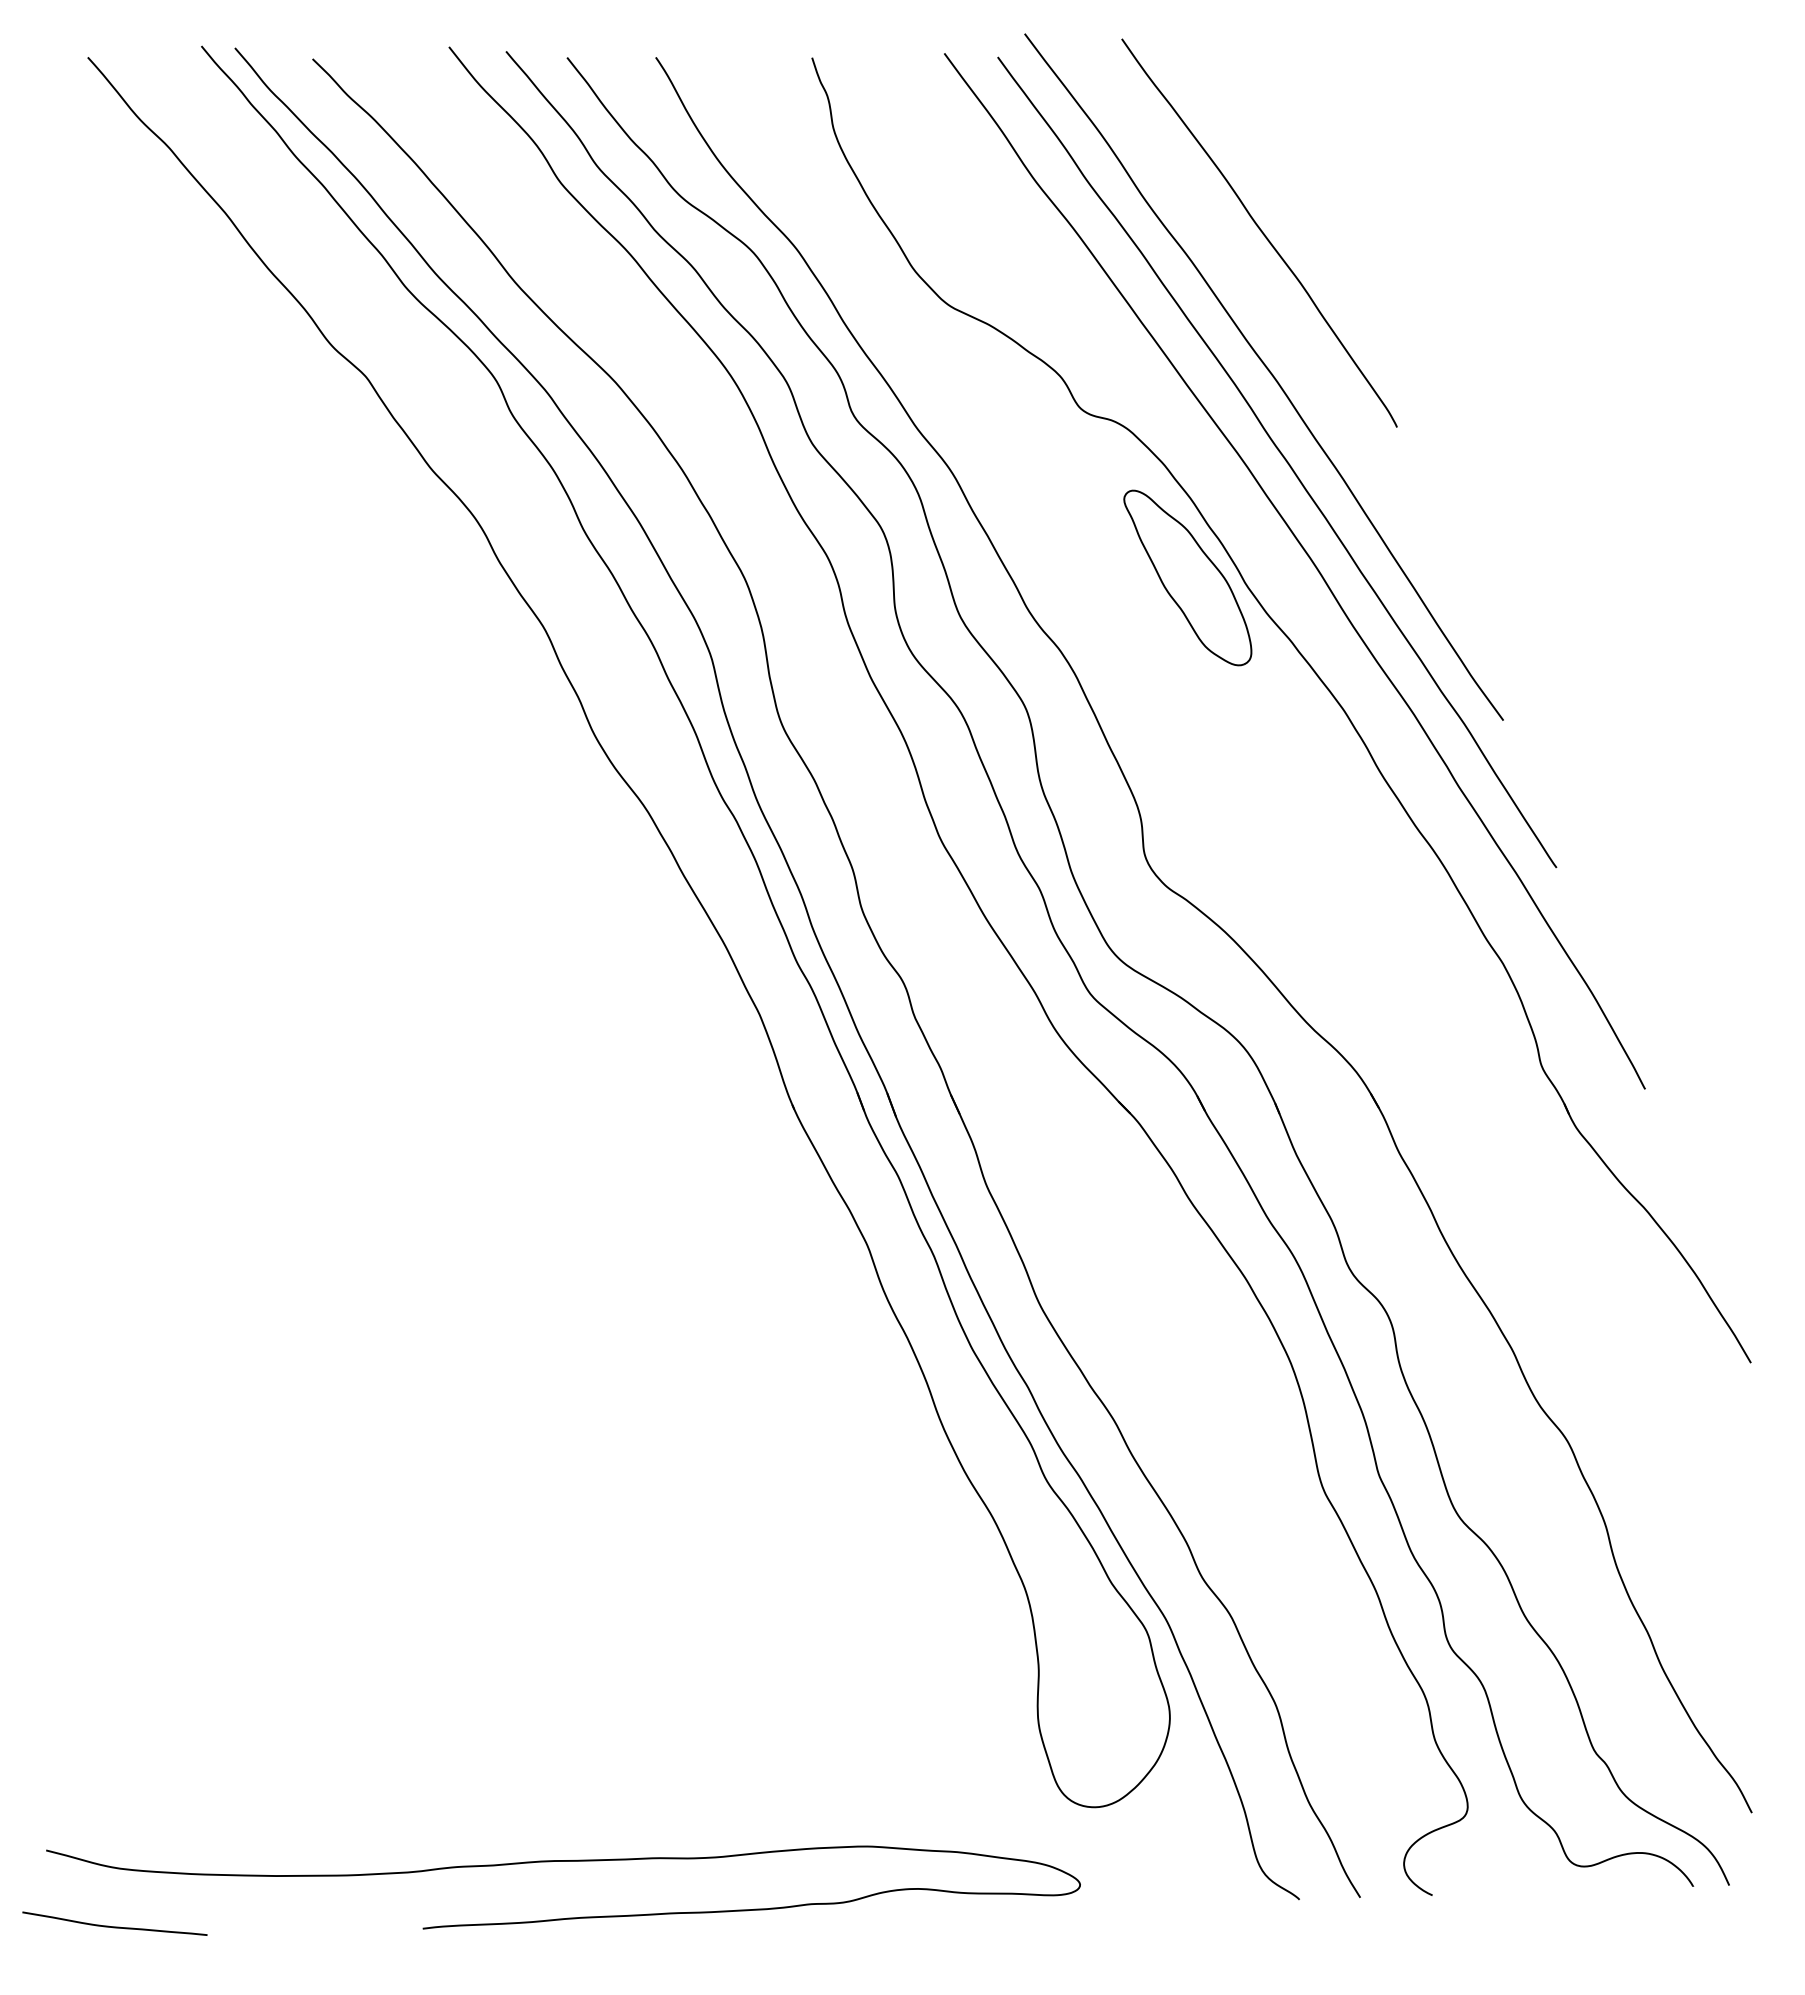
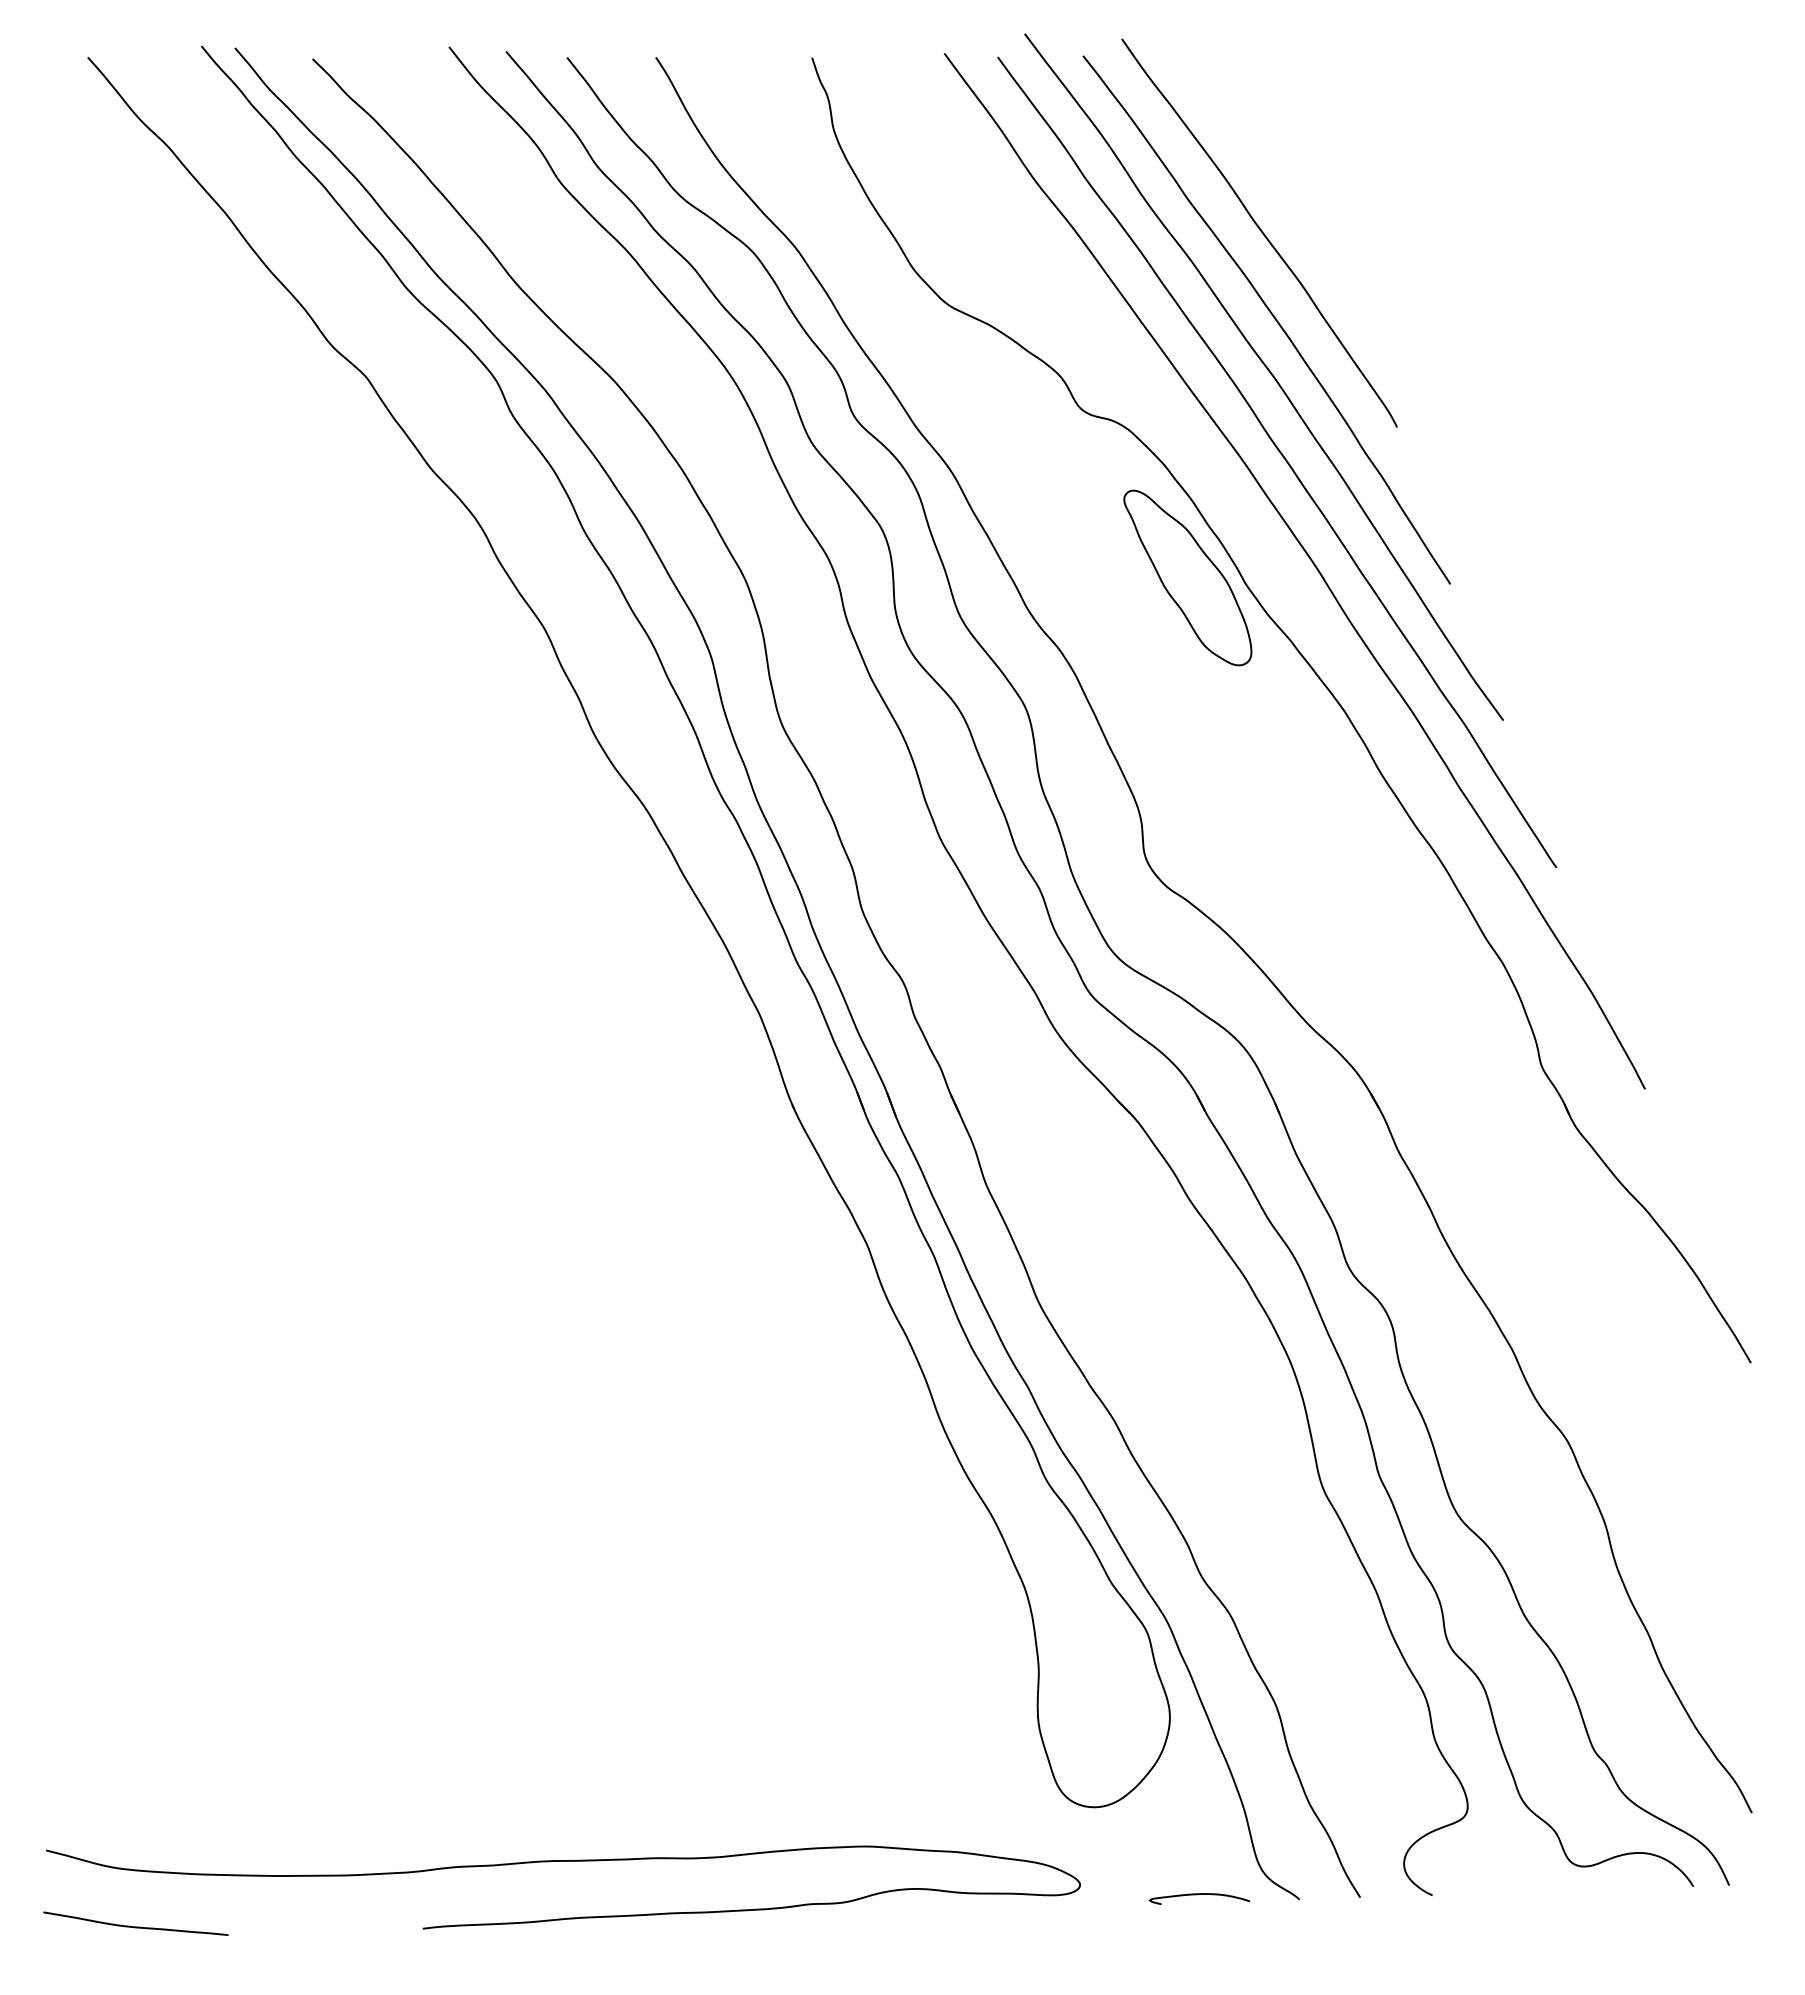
curve at (1271, 315): none -> present
part at (1199, 1898): none -> present
curve at (114, 1926) position: (114, 1926) -> (135, 1926)
